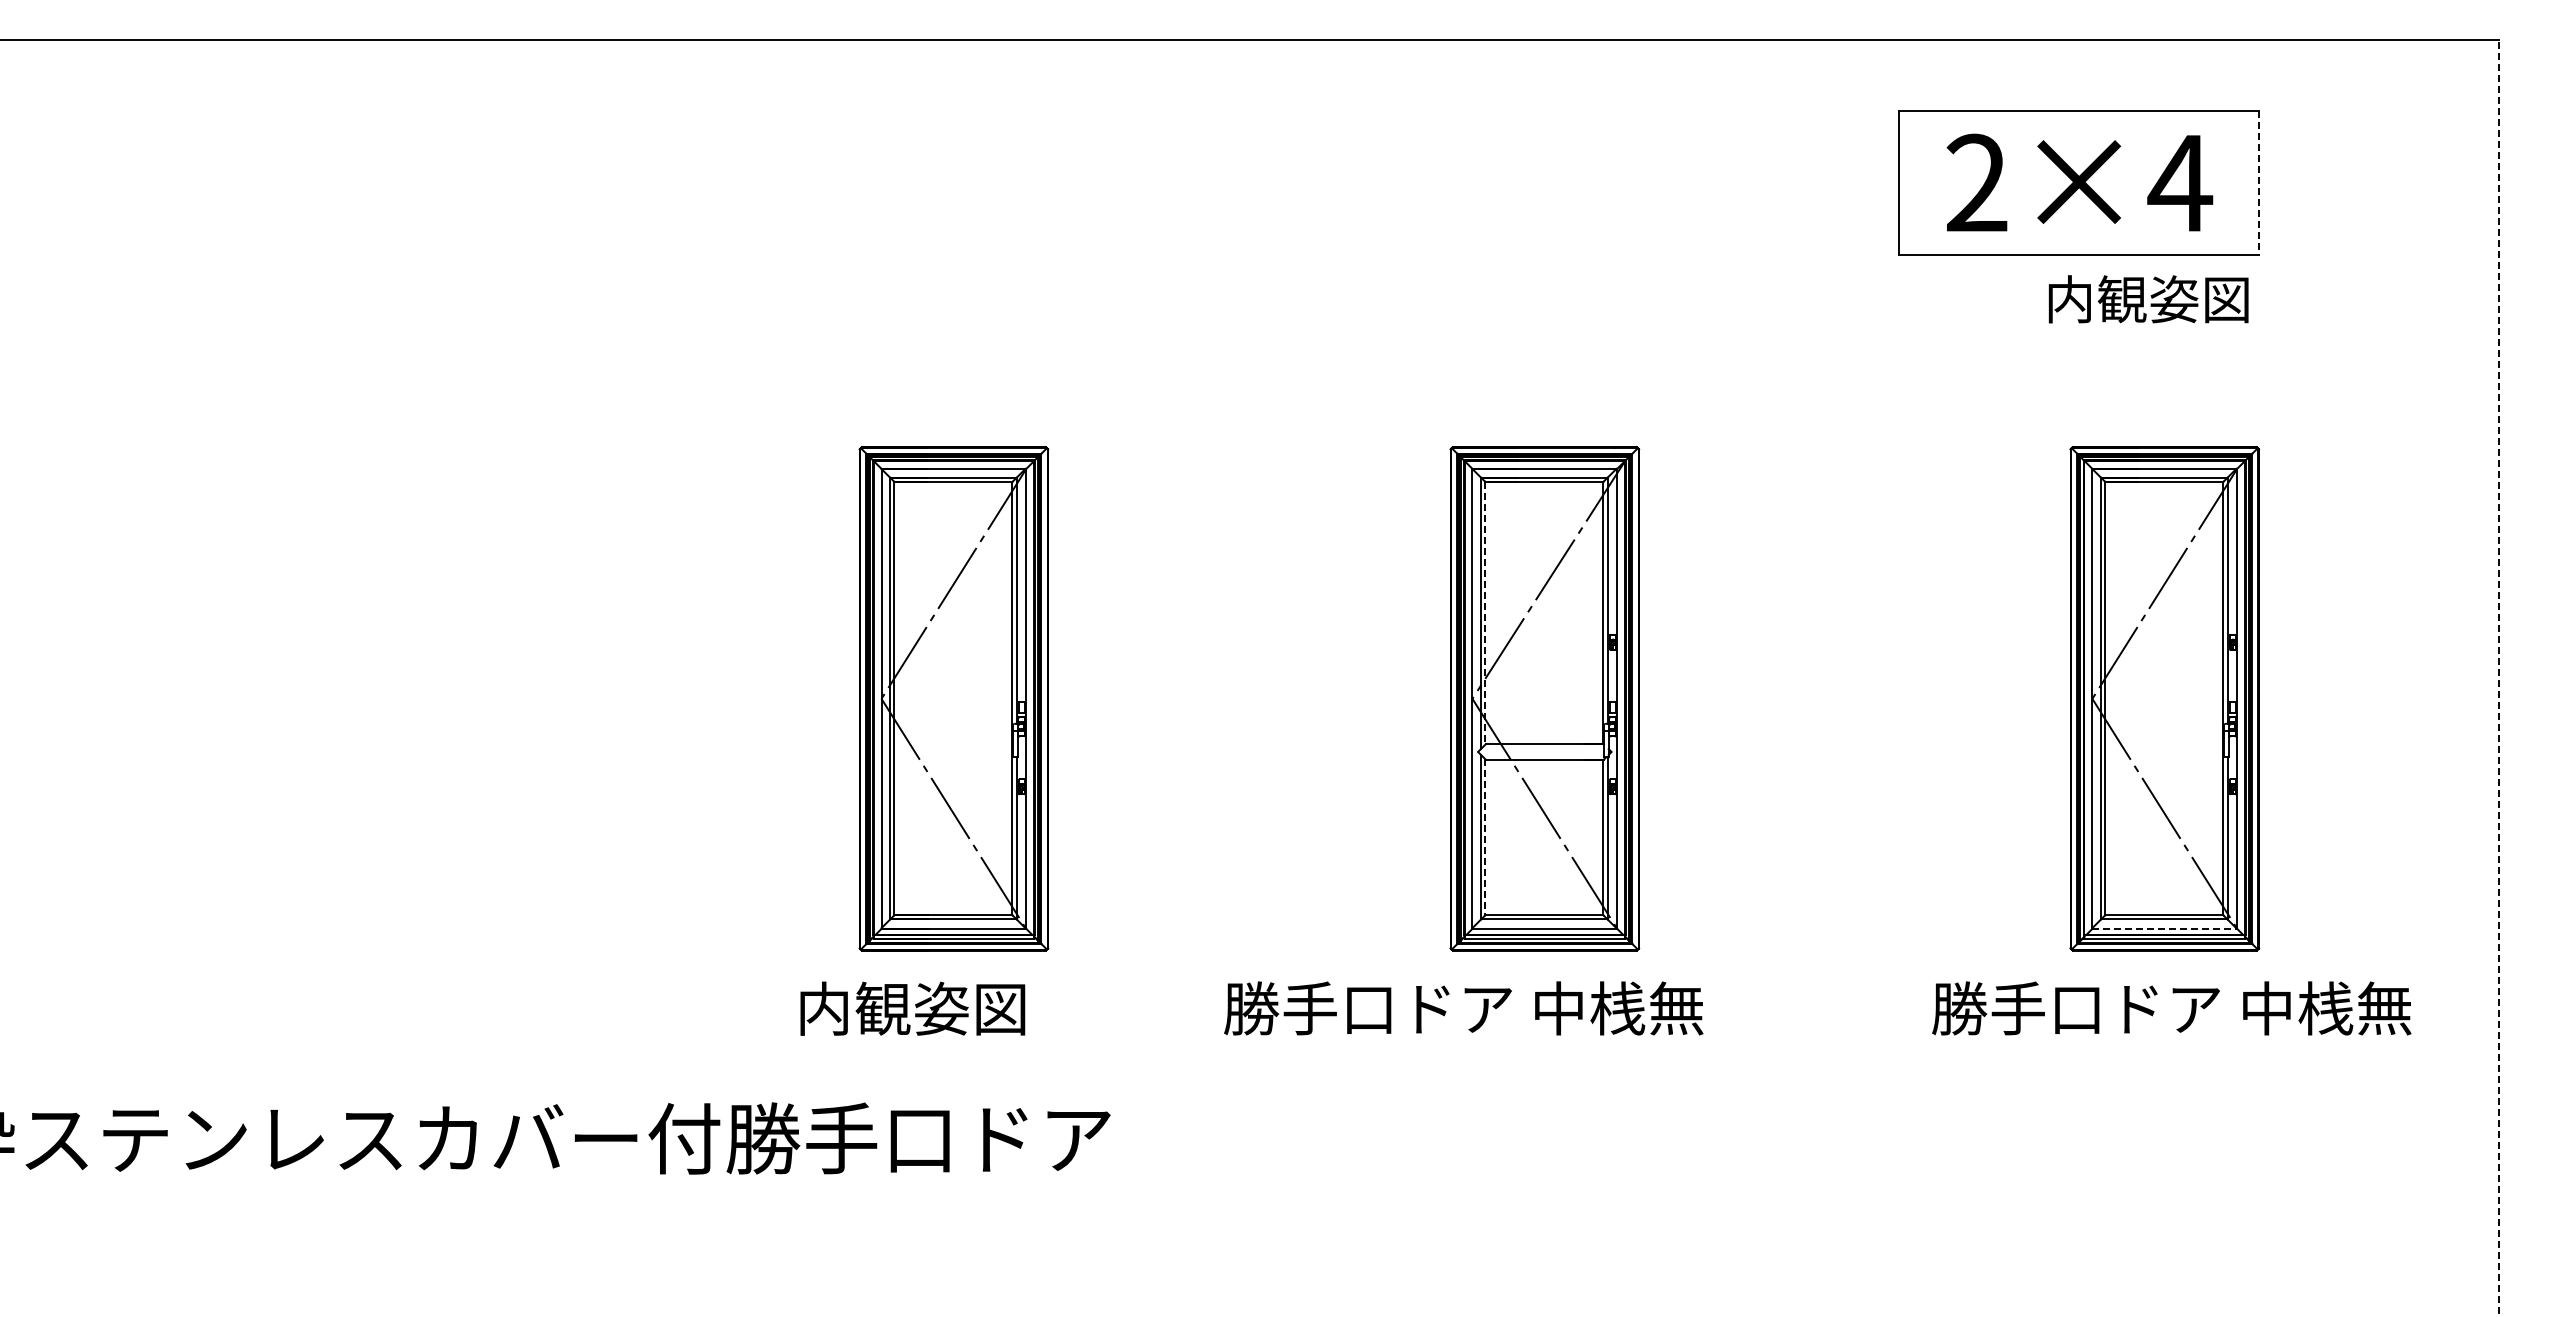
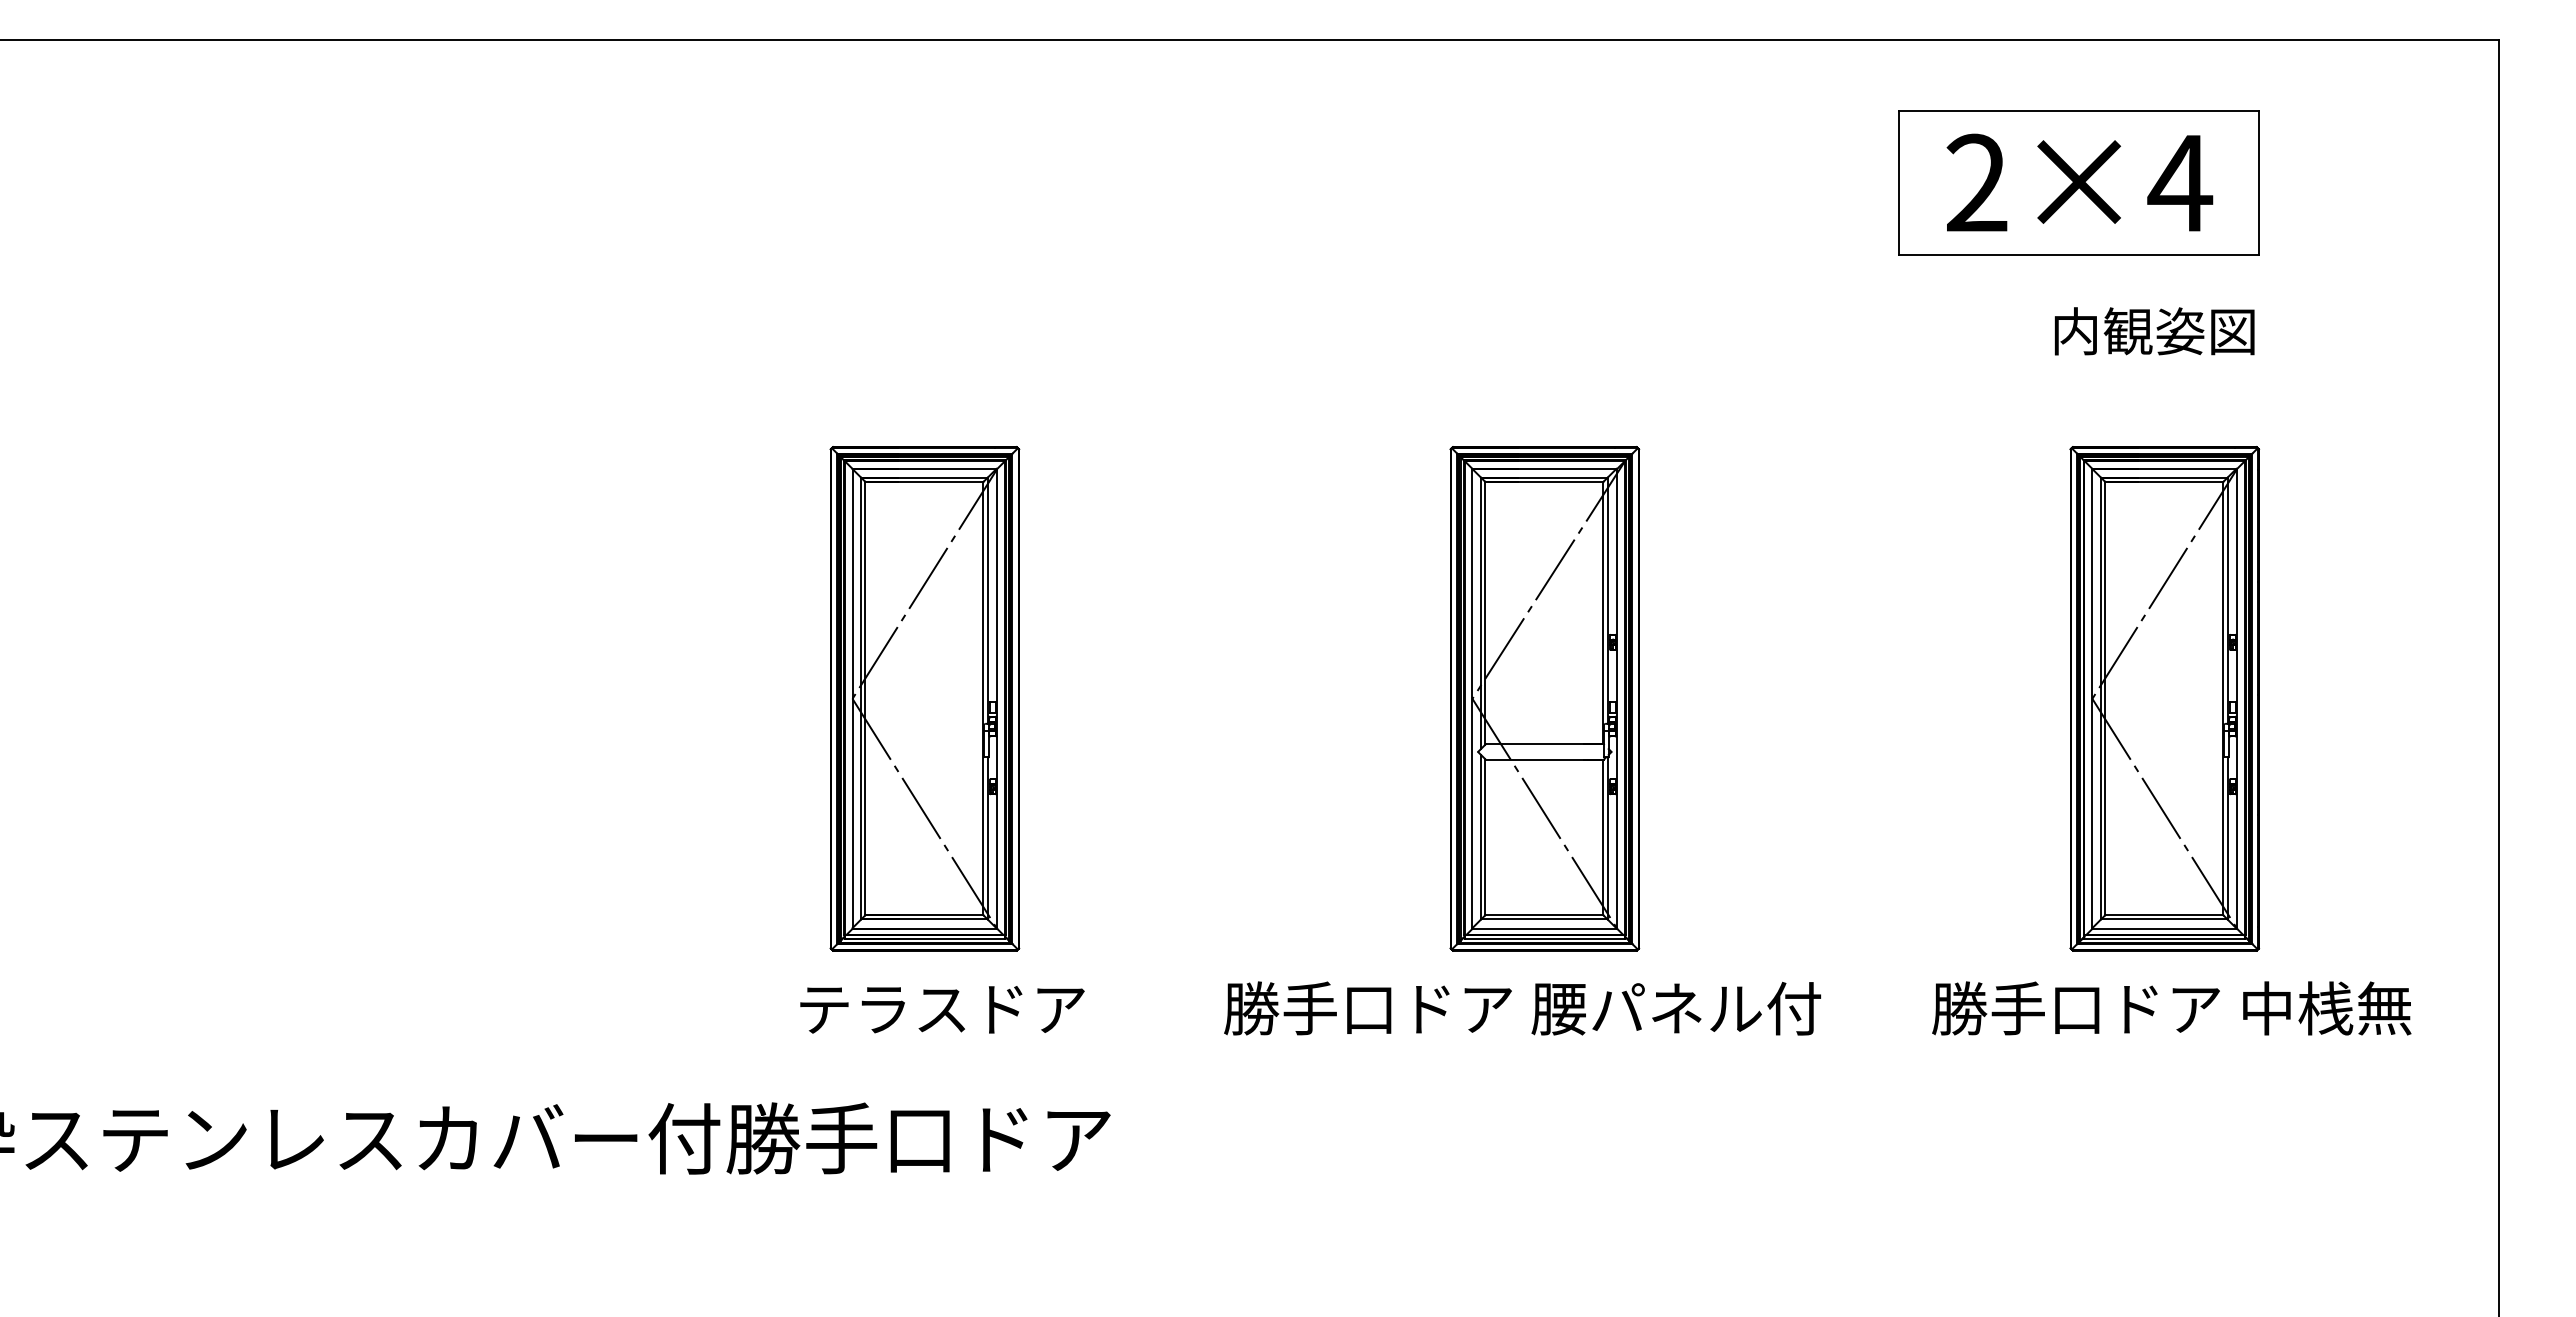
line at (2258, 183): dashed -> solid
text at (2148, 299) position: (2148, 299) -> (2154, 331)
line at (1485, 613): dashed -> solid
line at (2498, 677): dashed -> solid
part at (953, 698) position: (953, 698) -> (924, 698)
line at (1485, 837): dashed -> solid
line at (2165, 928): dashed -> solid
text at (942, 1008): 内観姿図 -> テラスドア
text at (1676, 1008): 勝手口ドア 中桟無 -> 勝手口ドア 腰パネル付
